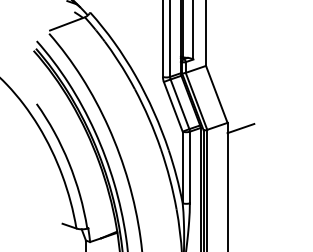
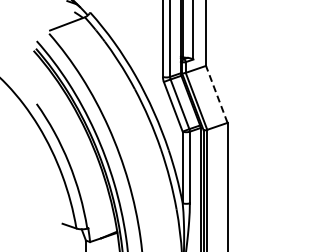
line at (216, 93): solid -> dashed
line at (240, 128): present -> none
